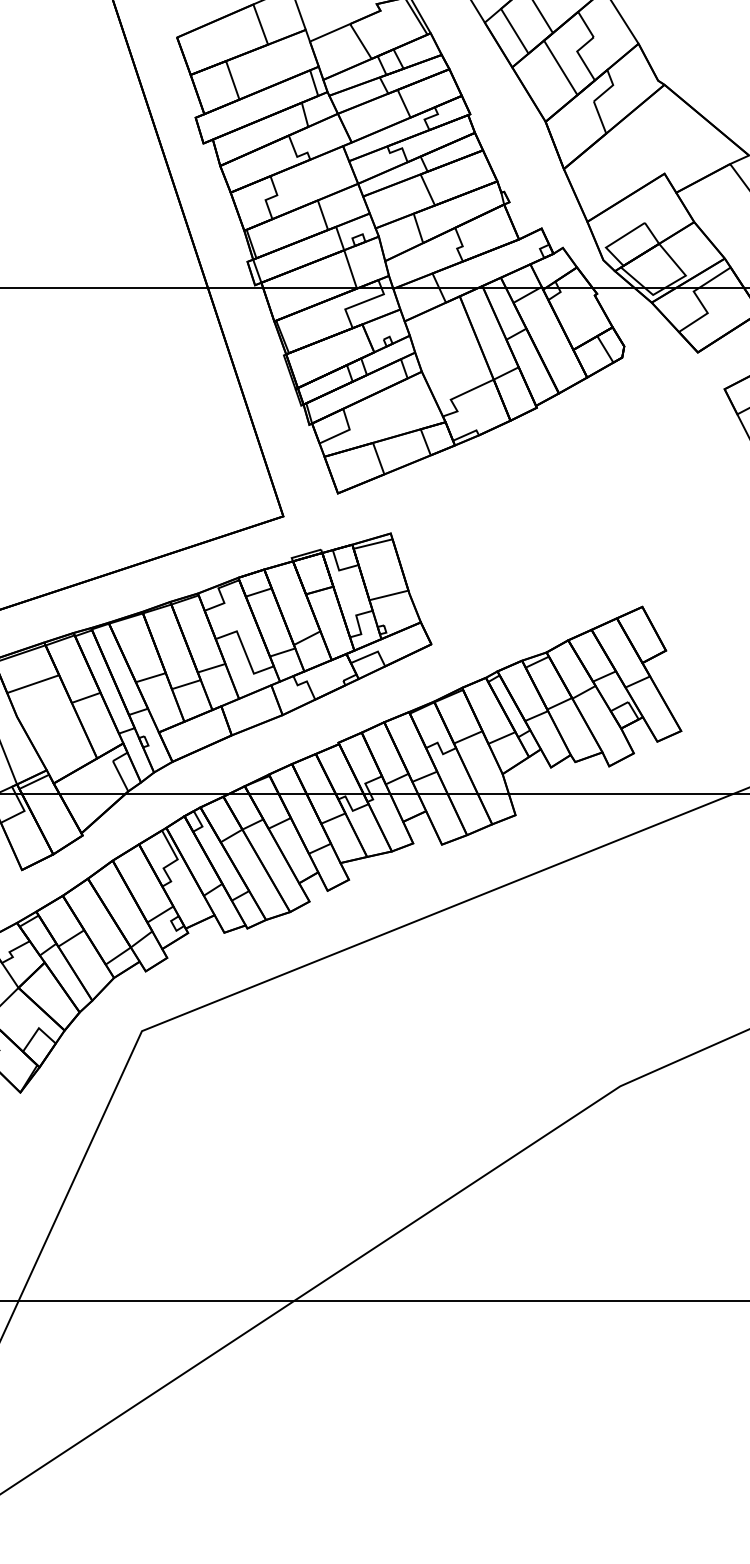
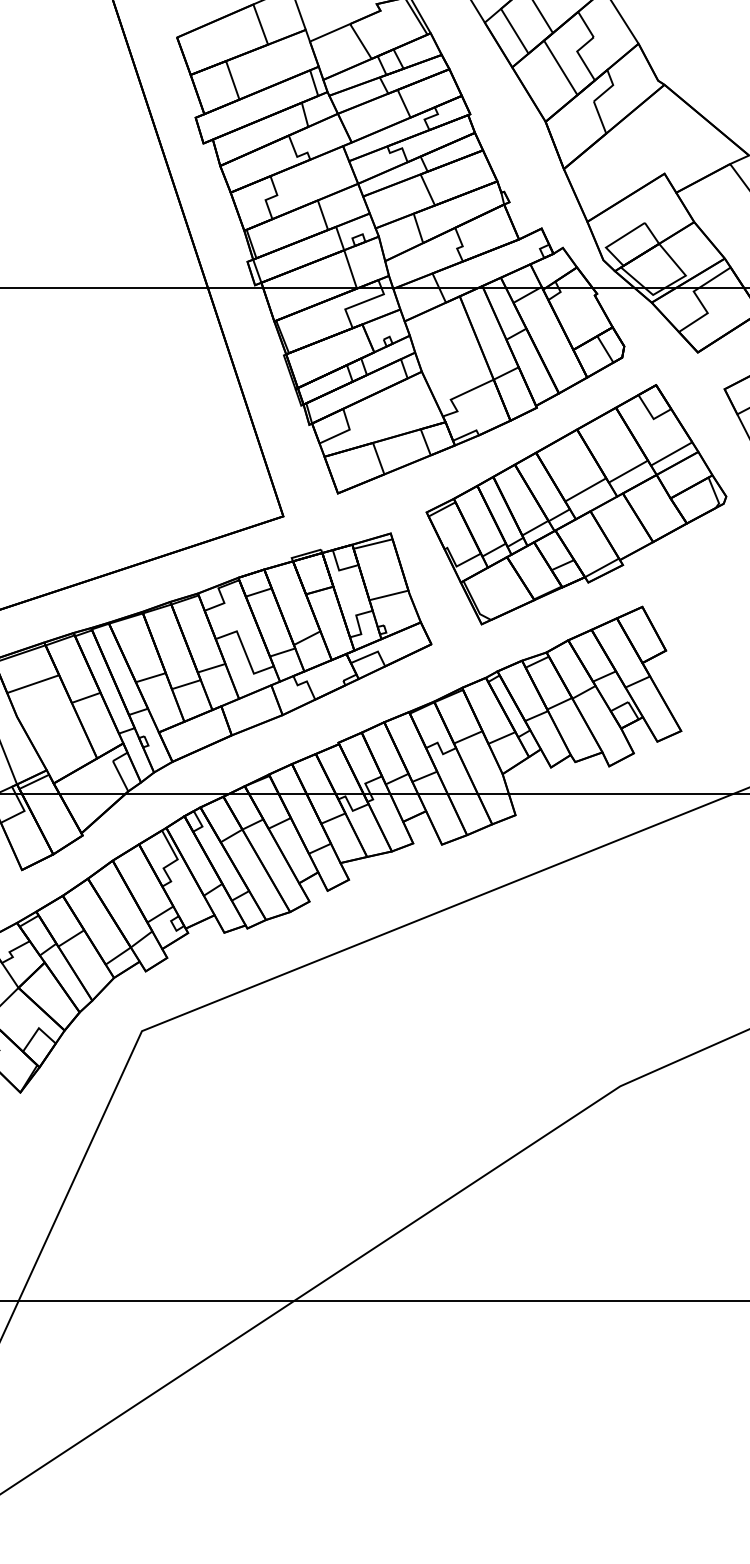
part at (576, 504): none -> present
